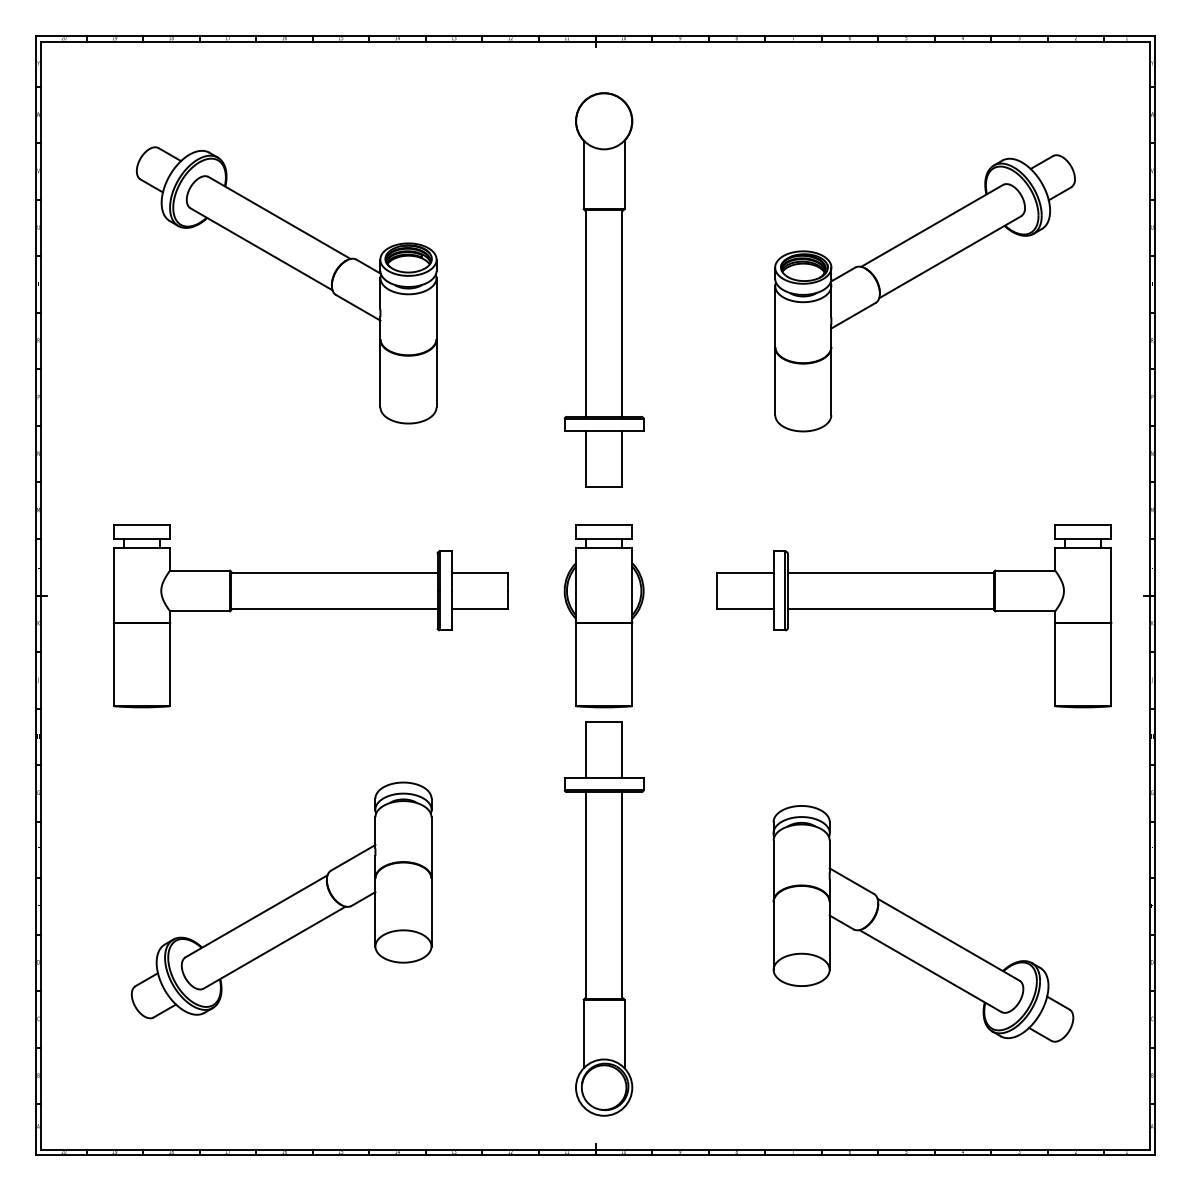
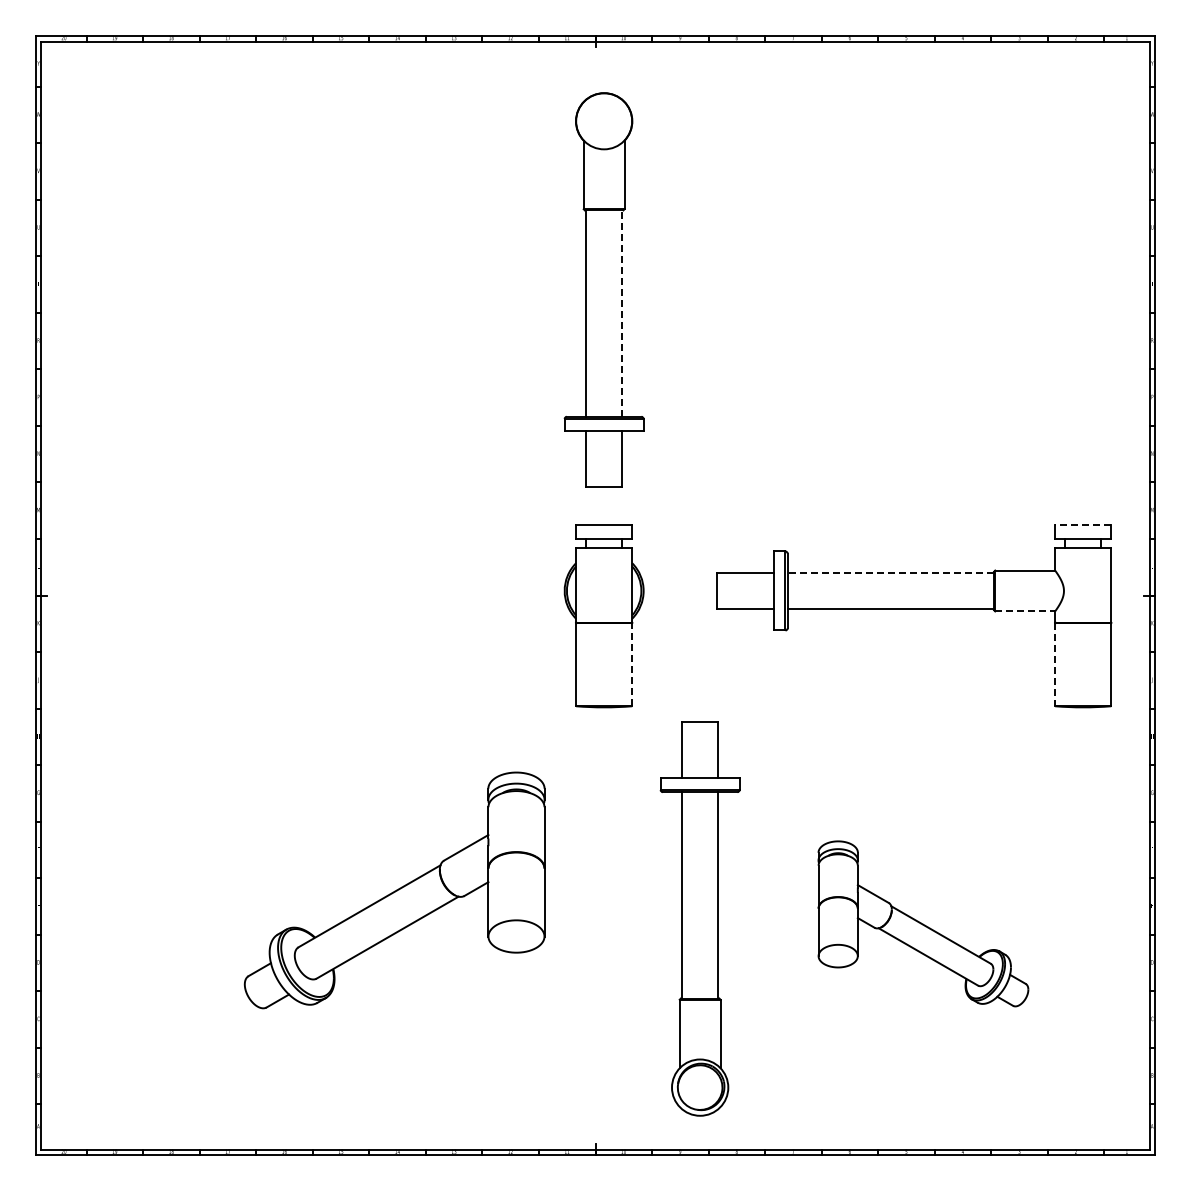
part at (297, 271): present -> none
part at (917, 277): present -> none
line at (622, 313): solid -> dashed
line at (1082, 525): solid -> dashed
line at (890, 572): solid -> dashed
part at (310, 609): present -> none
line at (1025, 611): solid -> dashed
line at (632, 664): solid -> dashed
line at (1055, 664): solid -> dashed
part at (281, 900) position: (281, 900) -> (394, 890)
part at (603, 918) position: (603, 918) -> (699, 918)
part at (923, 923) size: 303x238 px -> 213x168 px
